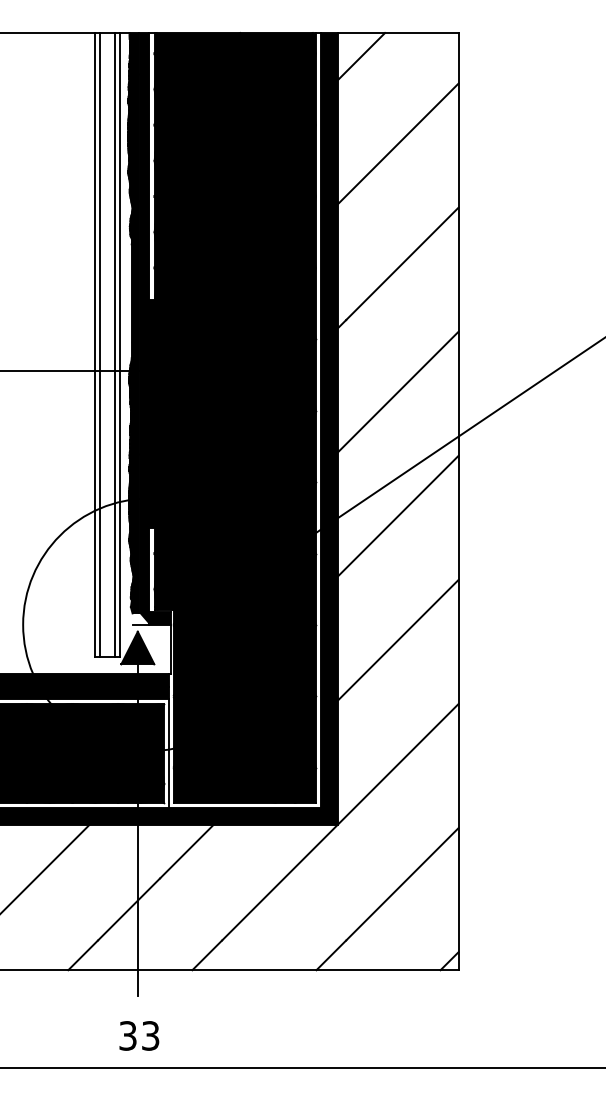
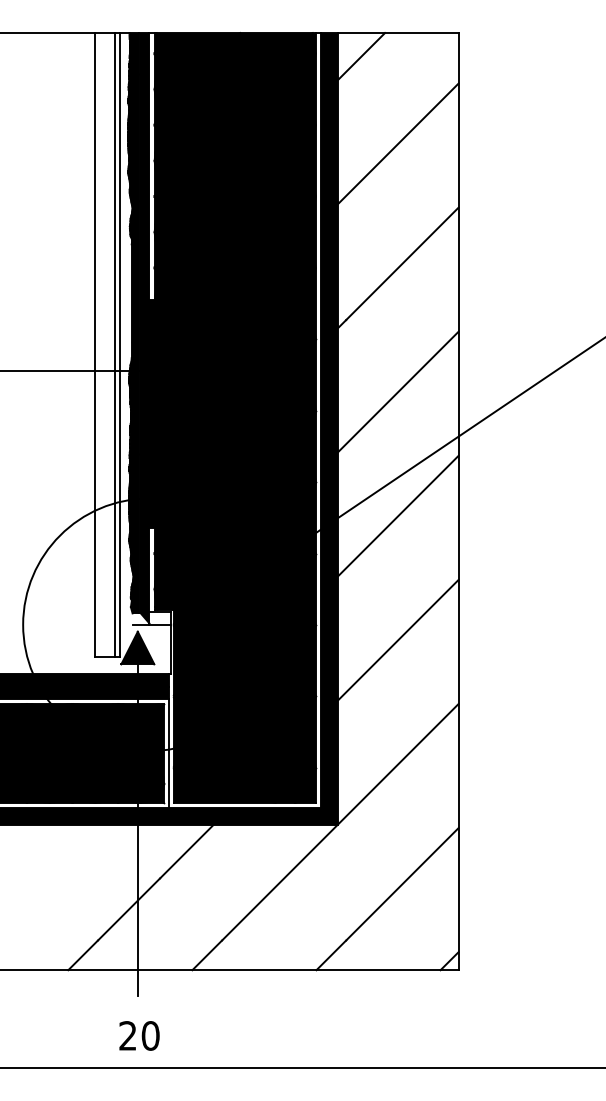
line at (99, 344): present -> none
fill at (160, 618): present -> none
line at (45, 868): present -> none
text at (139, 1035): 33 -> 20
